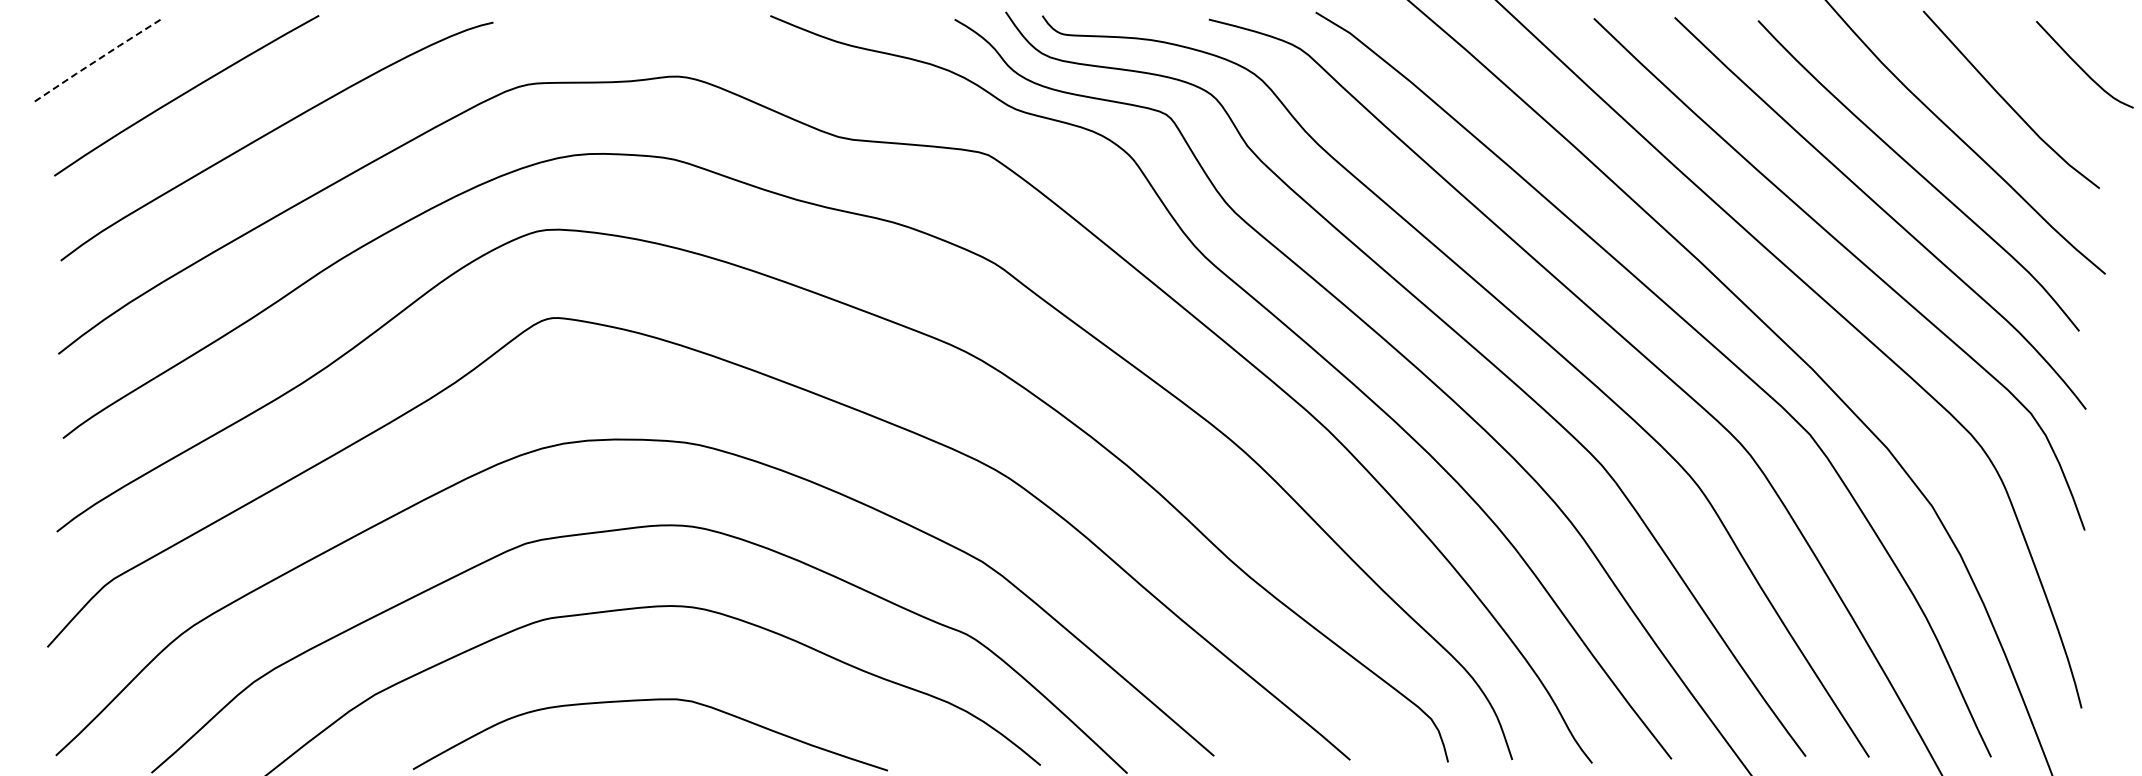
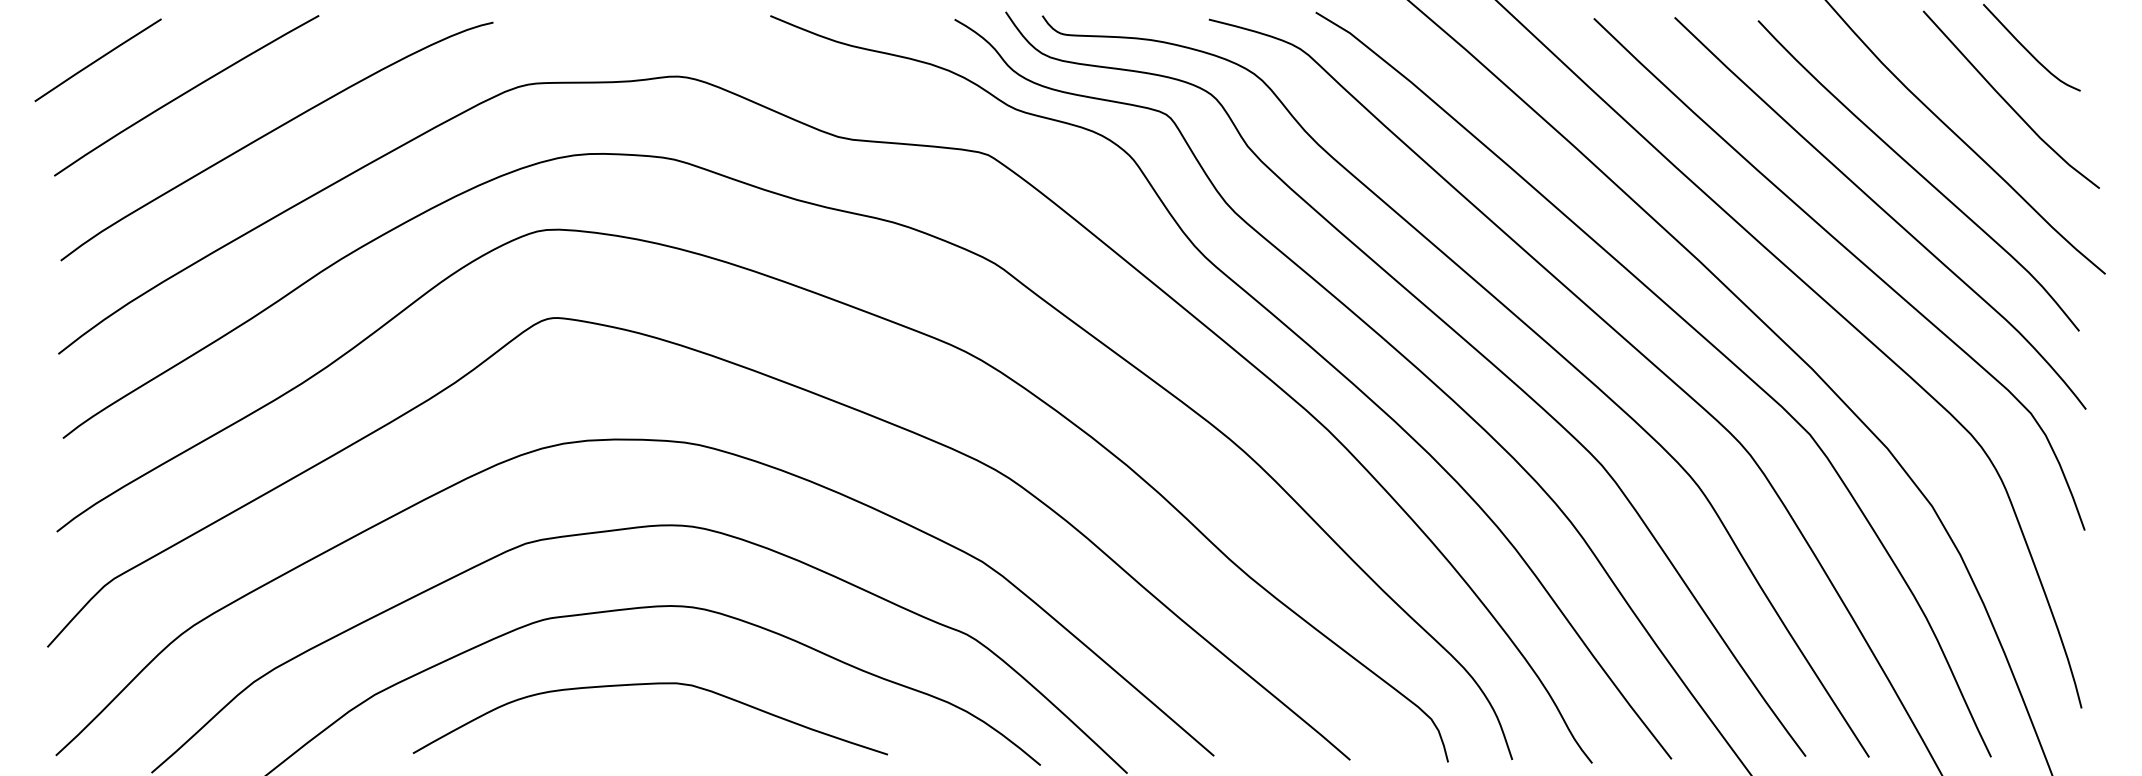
line at (98, 59): dashed -> solid
curve at (2081, 67) position: (2081, 67) -> (2028, 50)
curve at (641, 701) position: (641, 701) -> (641, 685)
